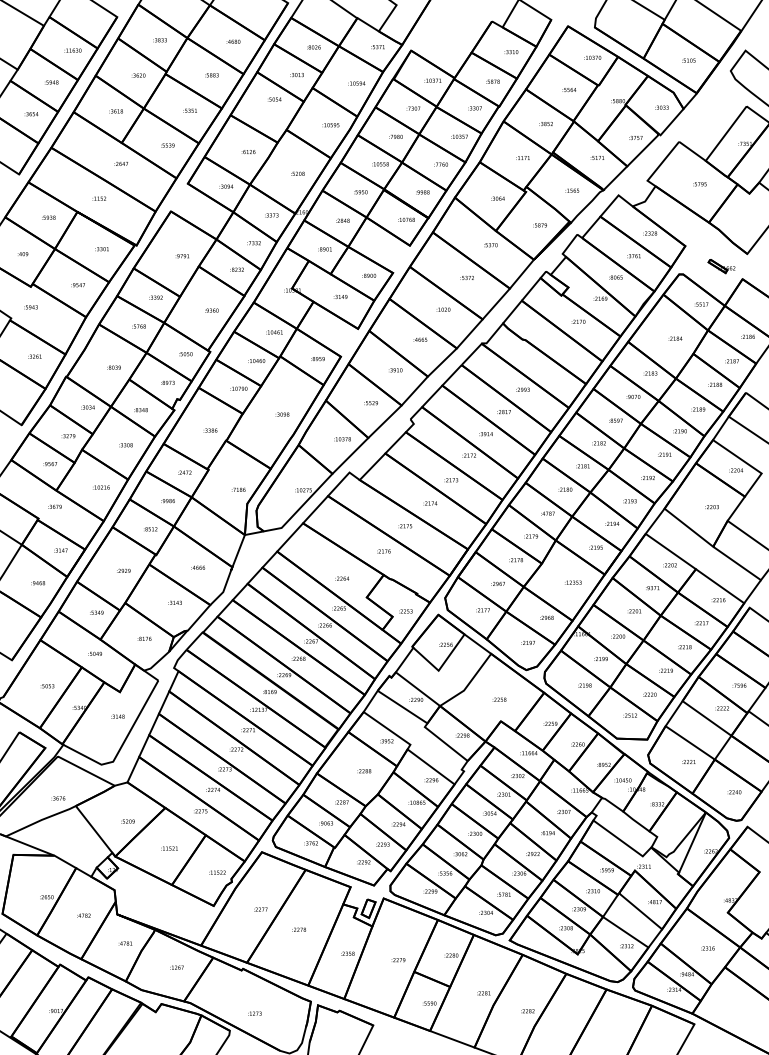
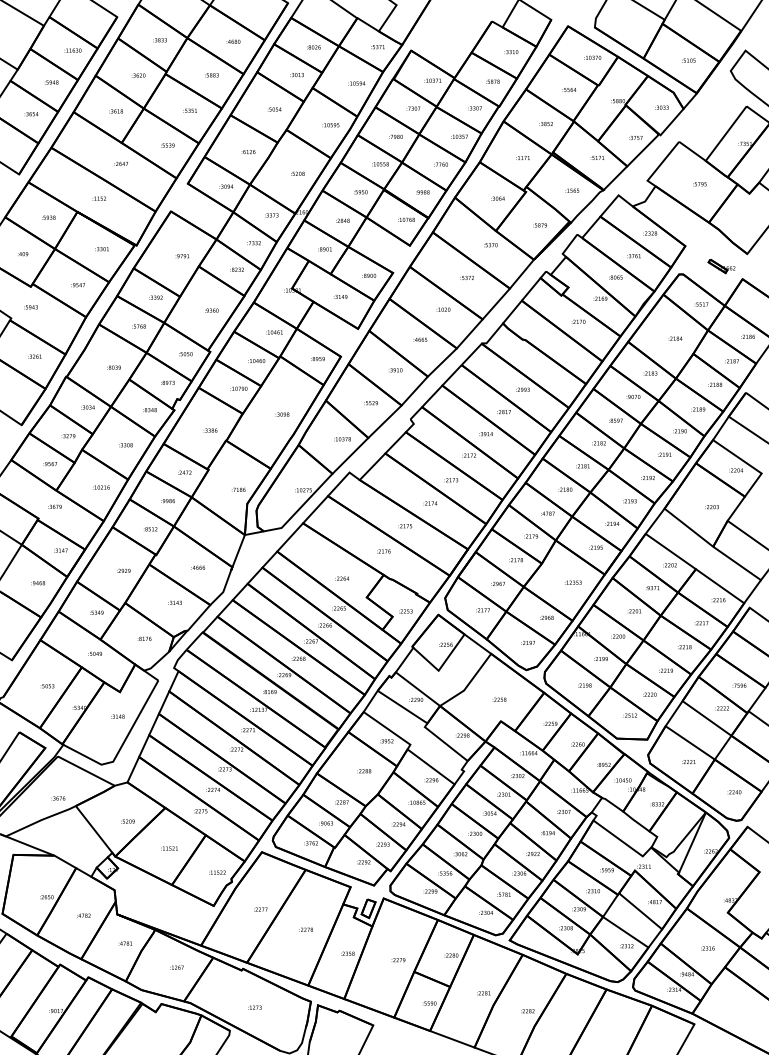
text at (274, 99) position: (274, 99) -> (274, 109)
text at (140, 410) position: (140, 410) -> (149, 410)
text at (298, 929) position: (298, 929) -> (305, 929)
text at (254, 1013) position: (254, 1013) -> (254, 1007)
